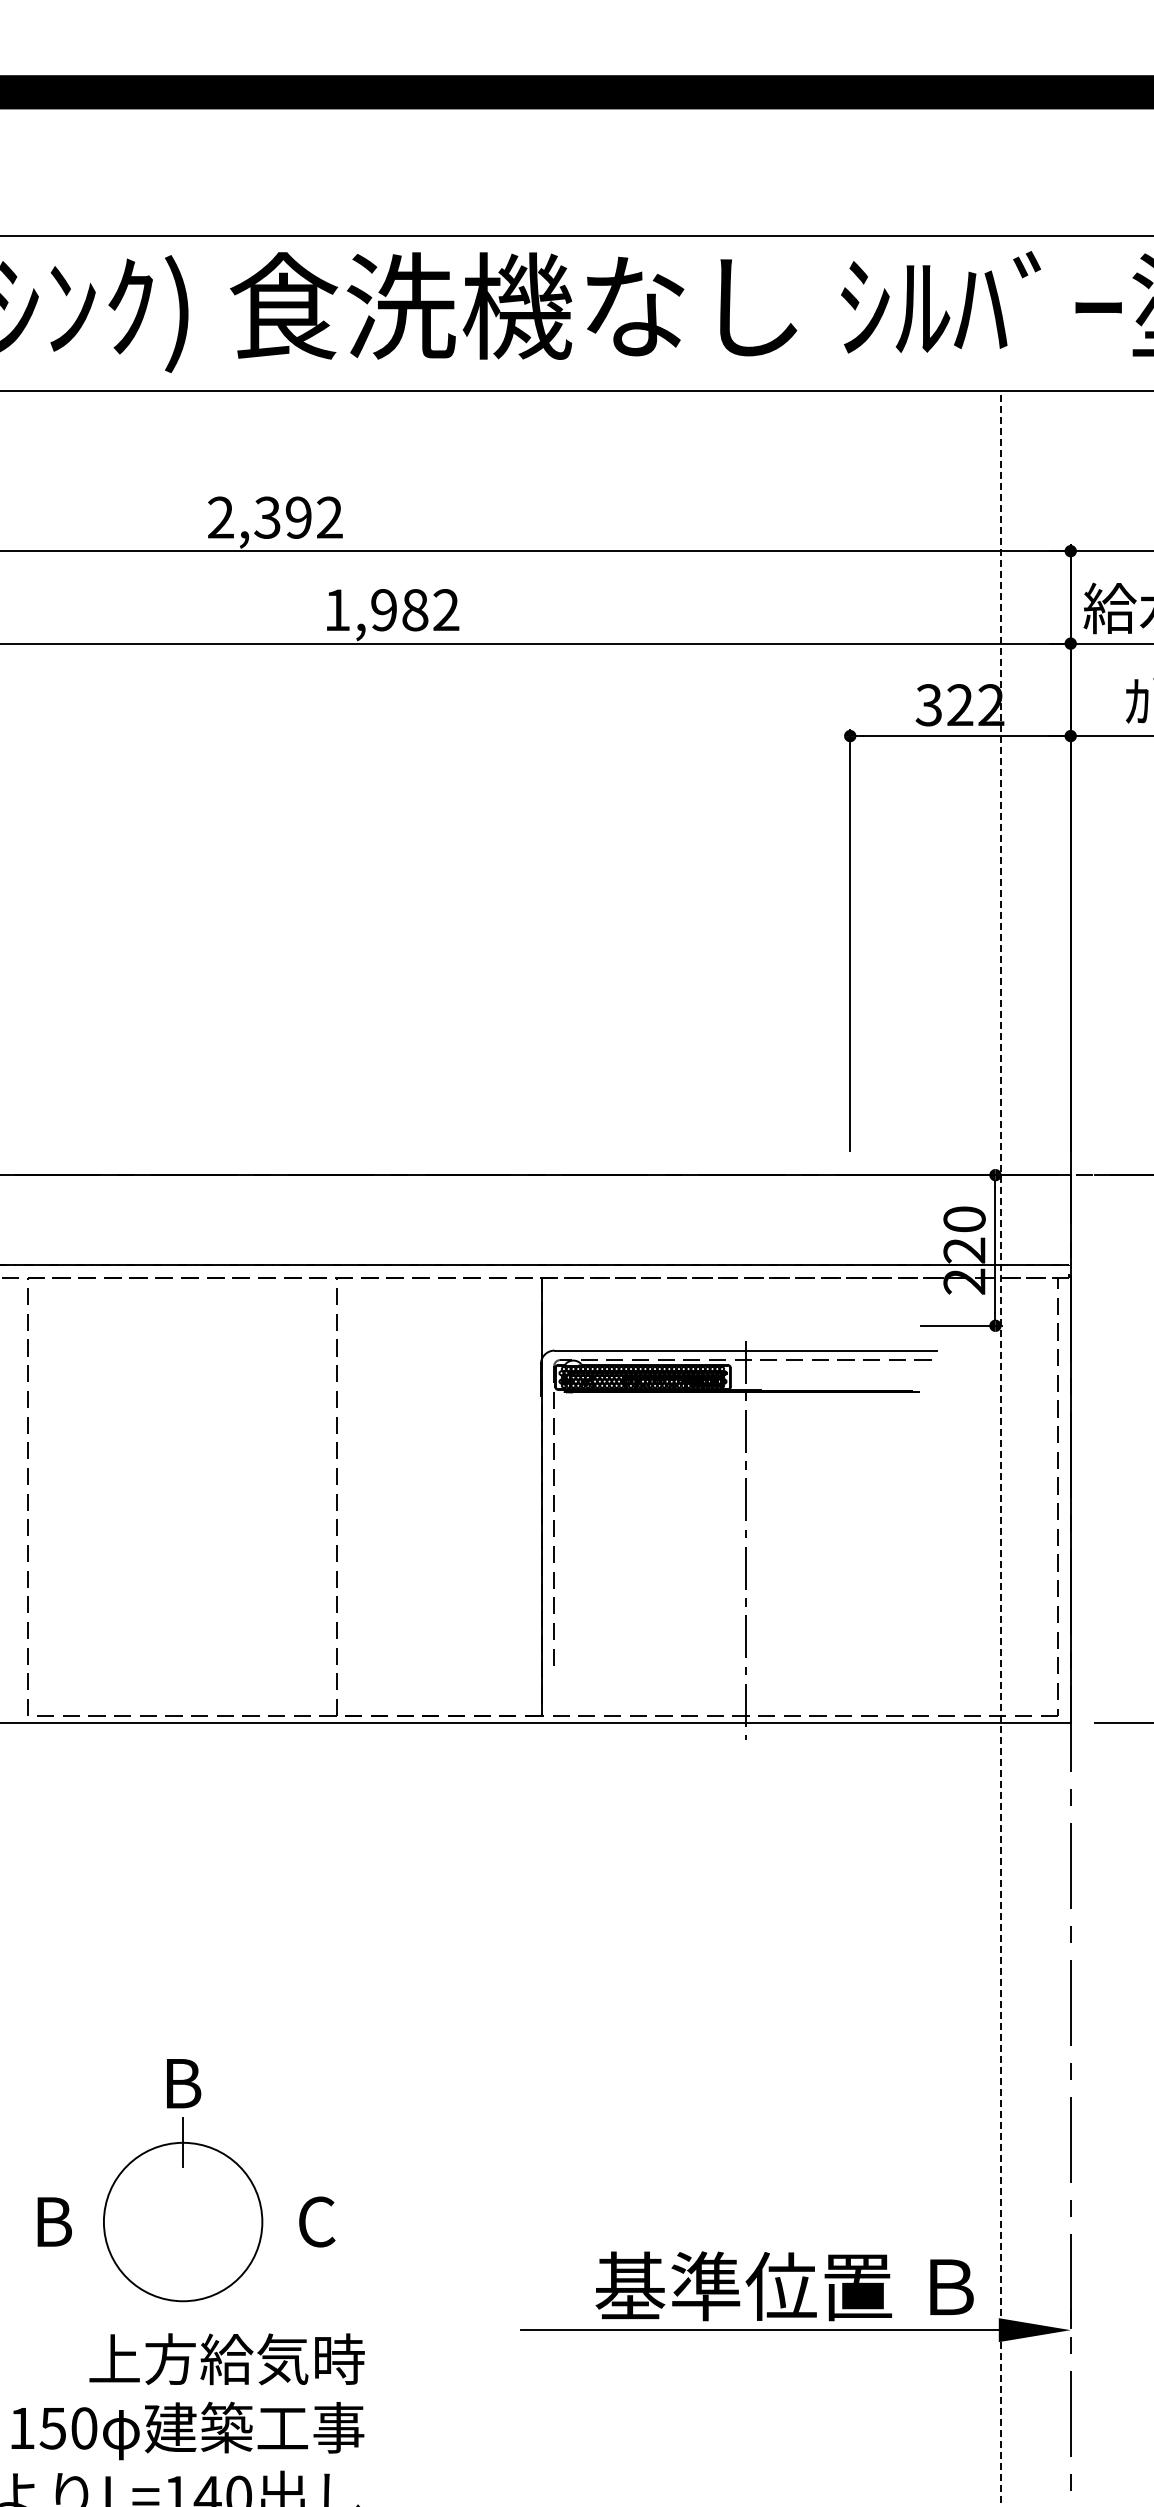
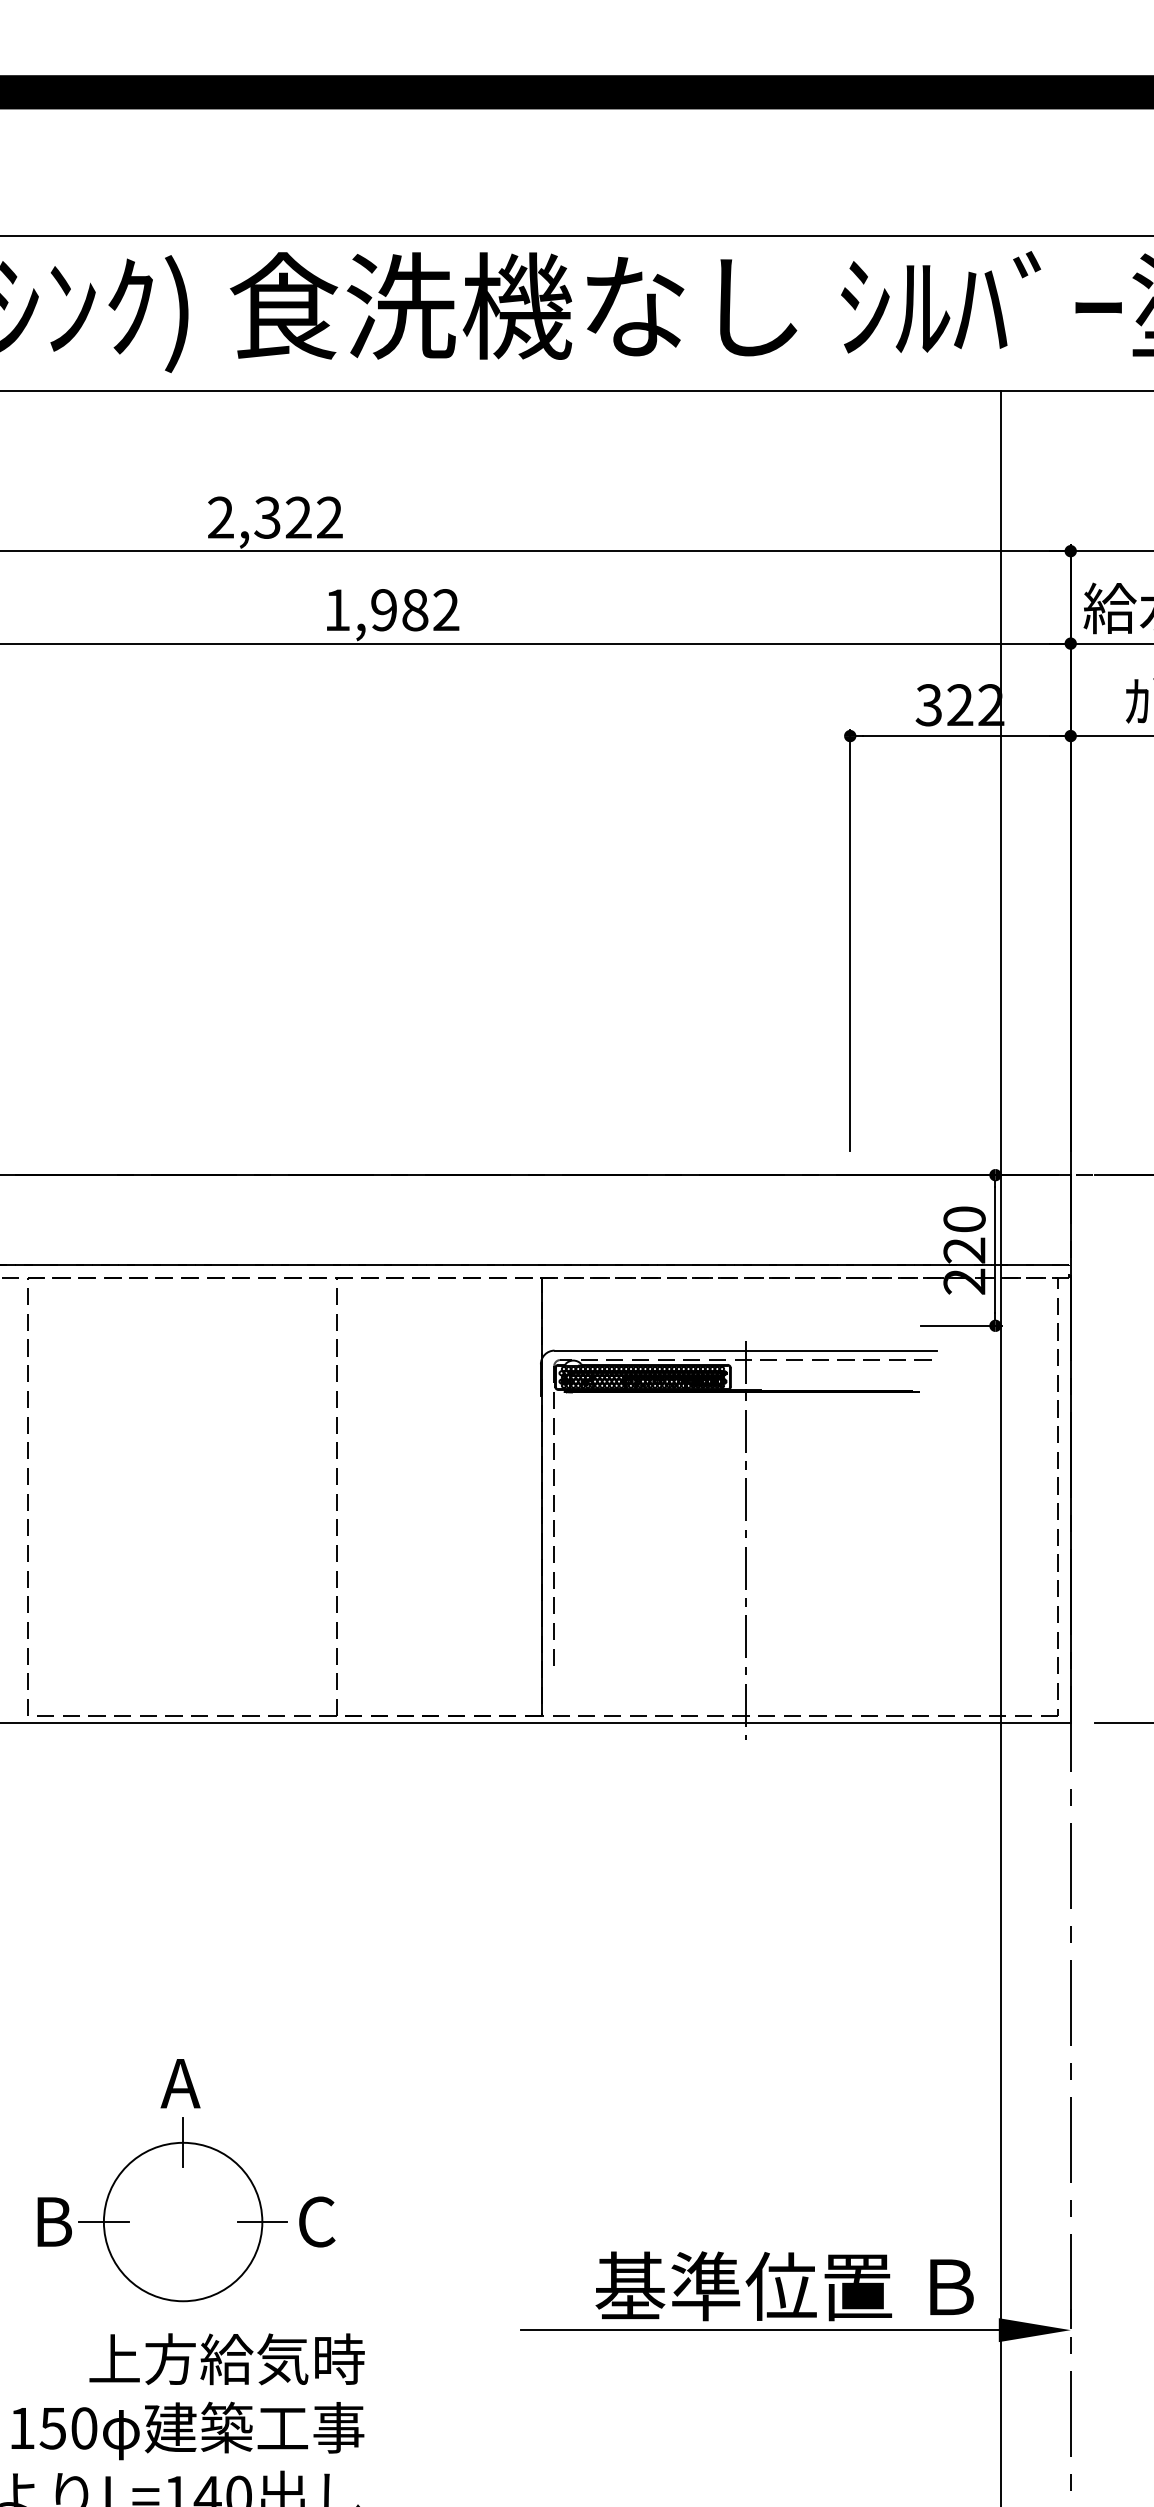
text at (298, 517): 2,392 -> 2,322
line at (1000, 1449): dashed -> solid
text at (180, 2083): B -> A
line at (103, 2222): none -> present
line at (262, 2222): none -> present
